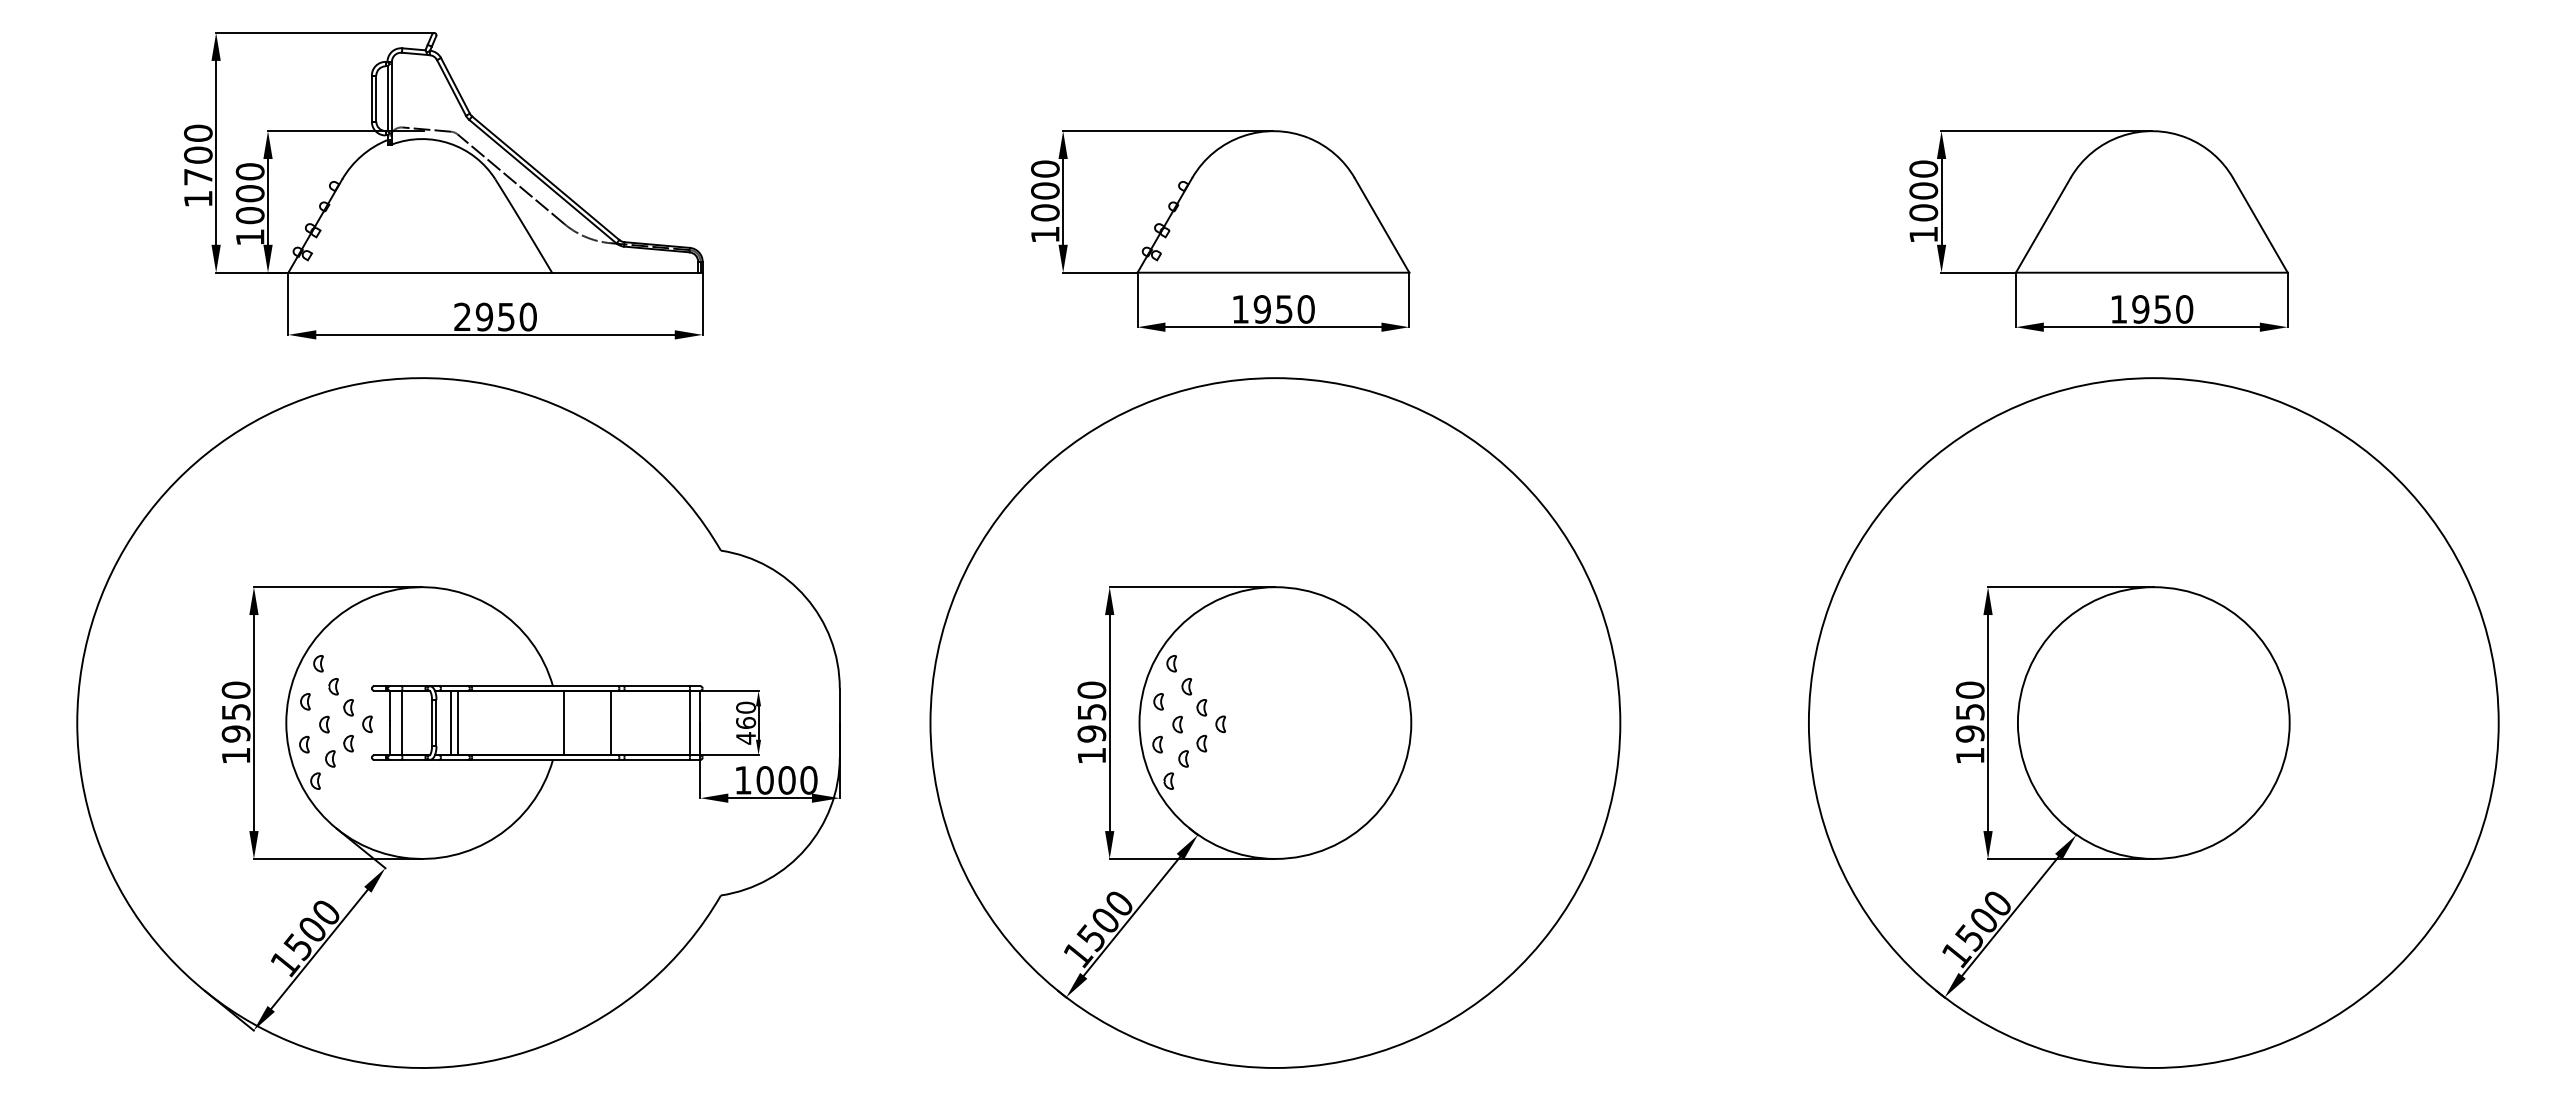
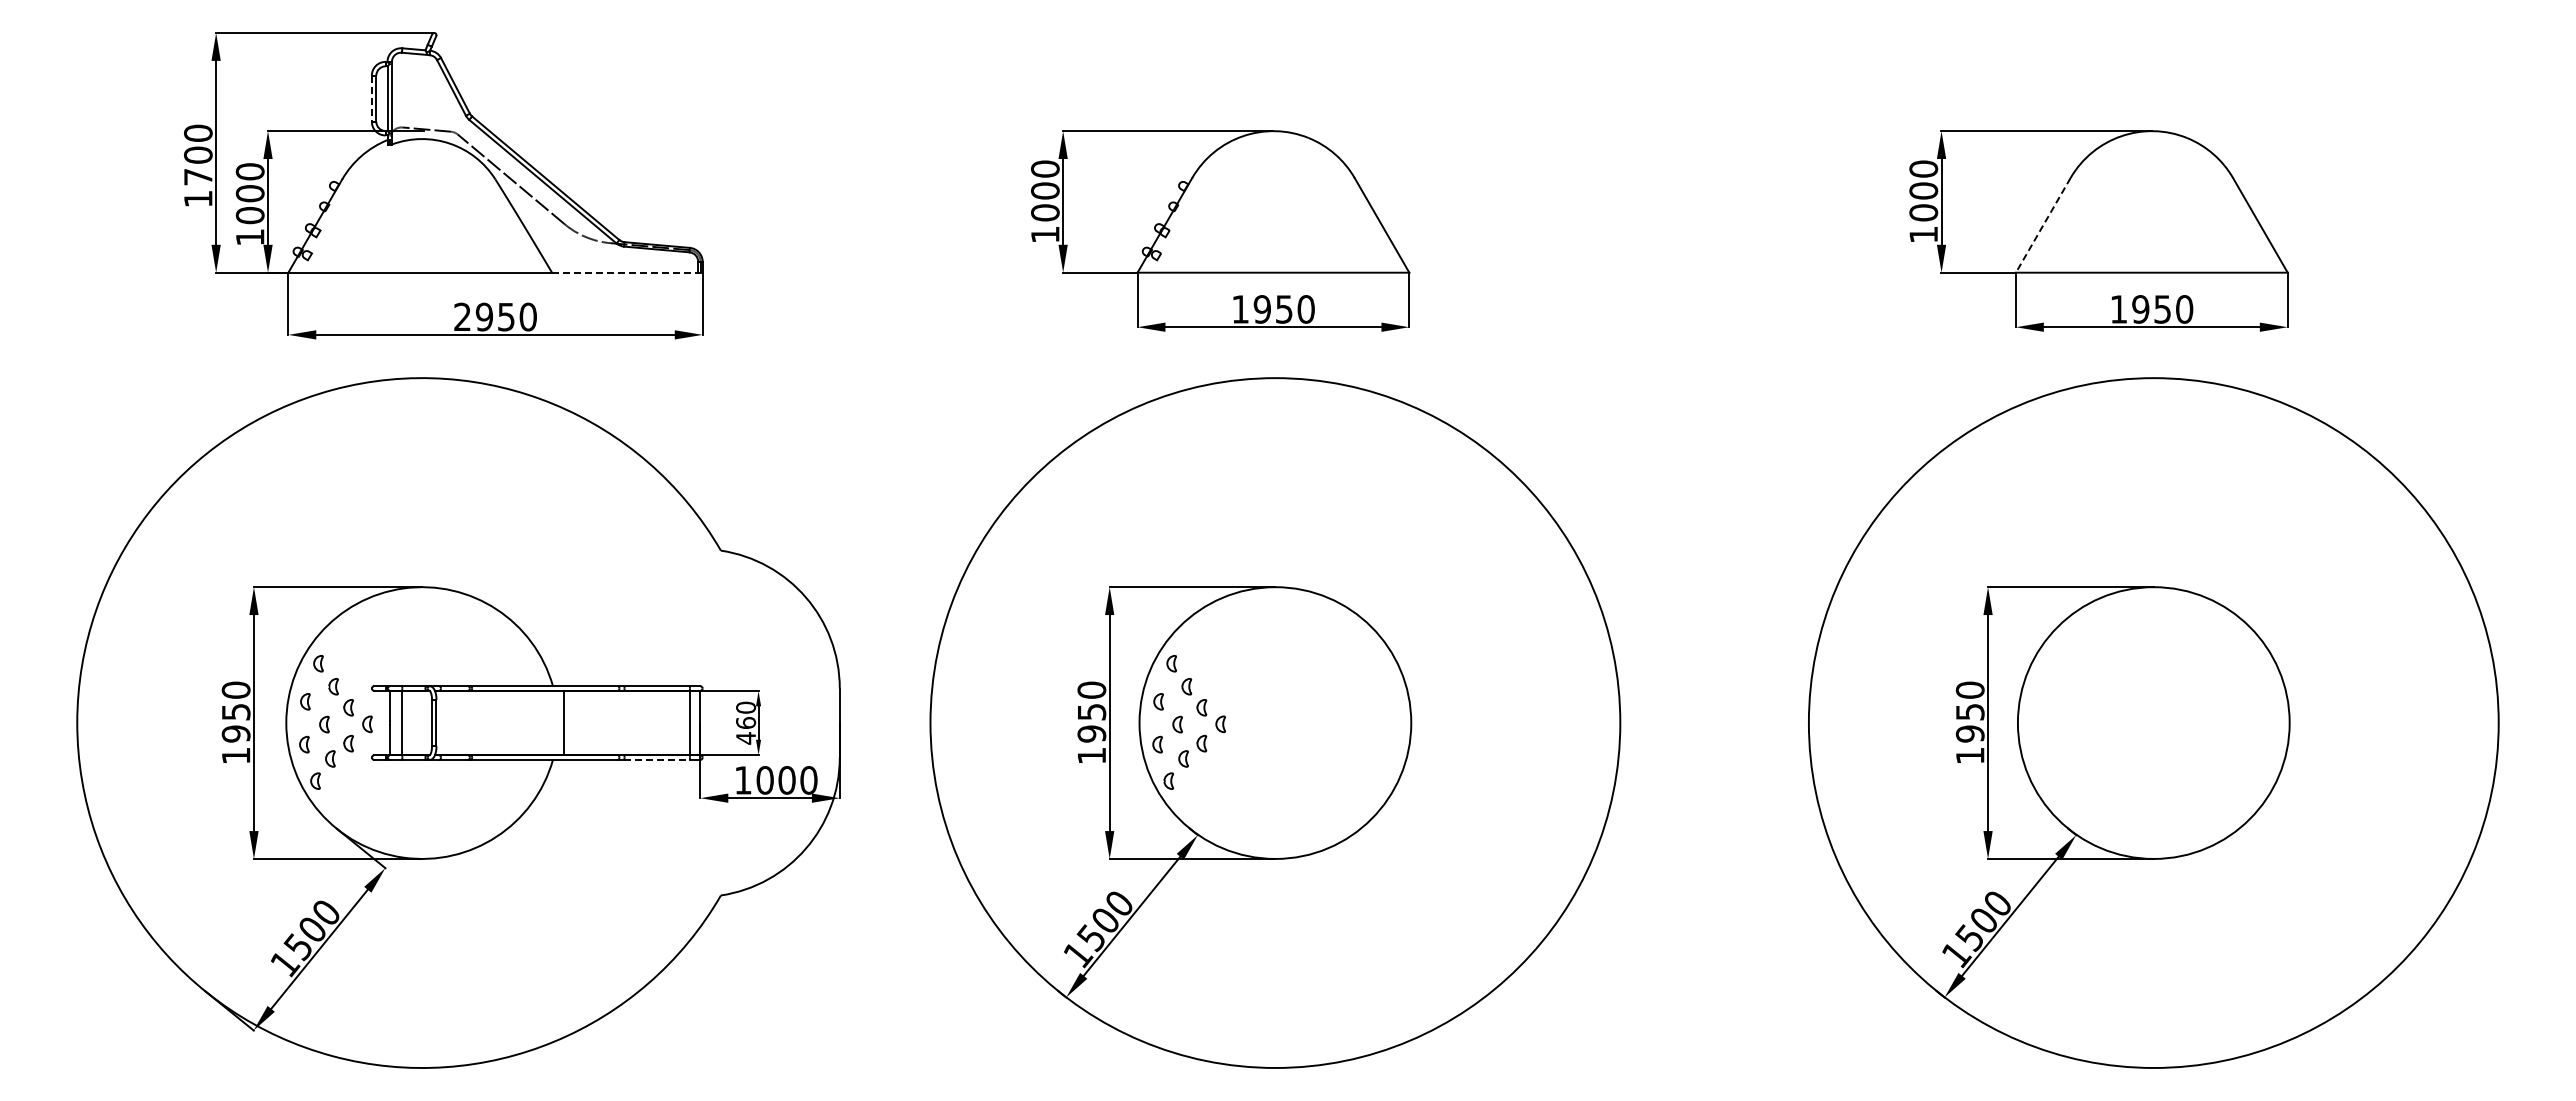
line at (371, 99): solid -> dashed
line at (2043, 225): solid -> dashed
line at (625, 272): solid -> dashed
line at (451, 723): present -> none
line at (457, 723): present -> none
line at (610, 723): present -> none
line at (657, 759): solid -> dashed
